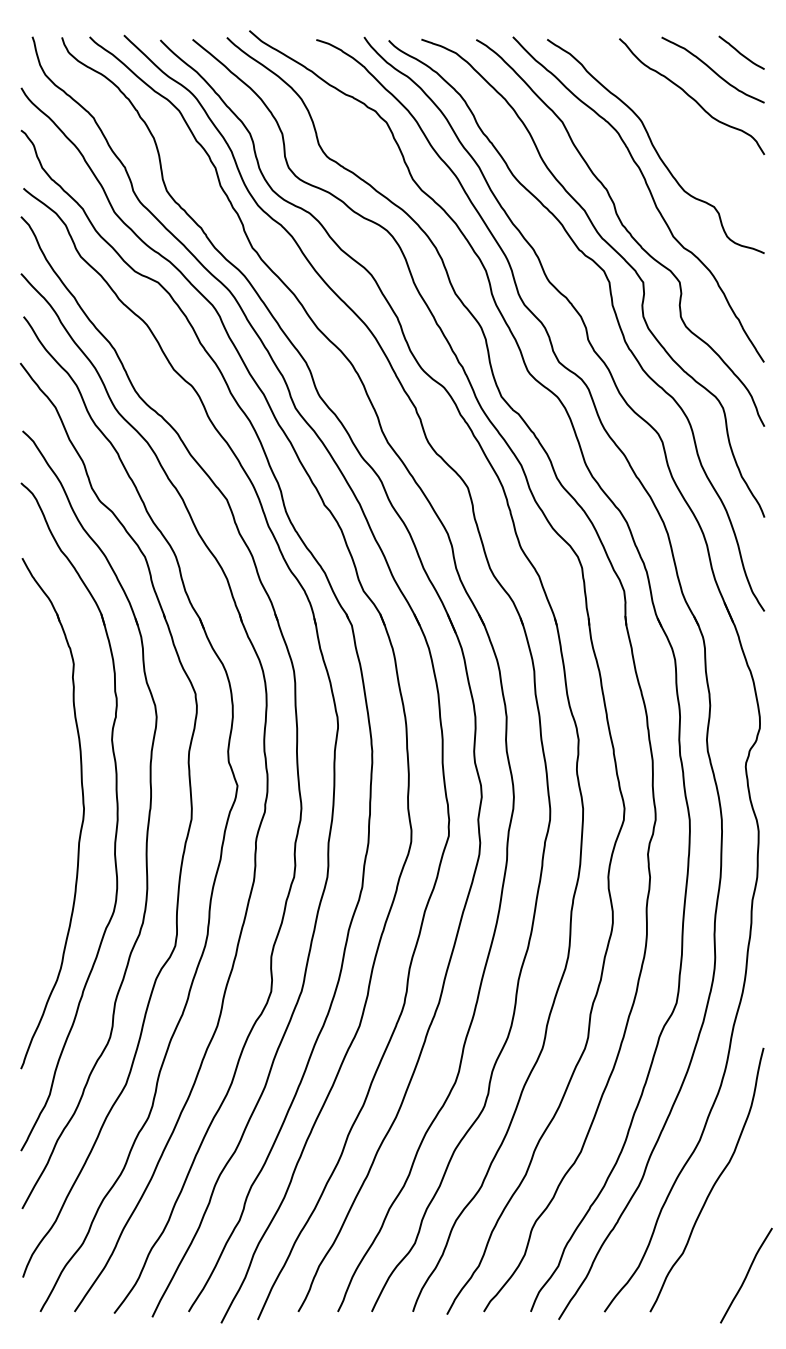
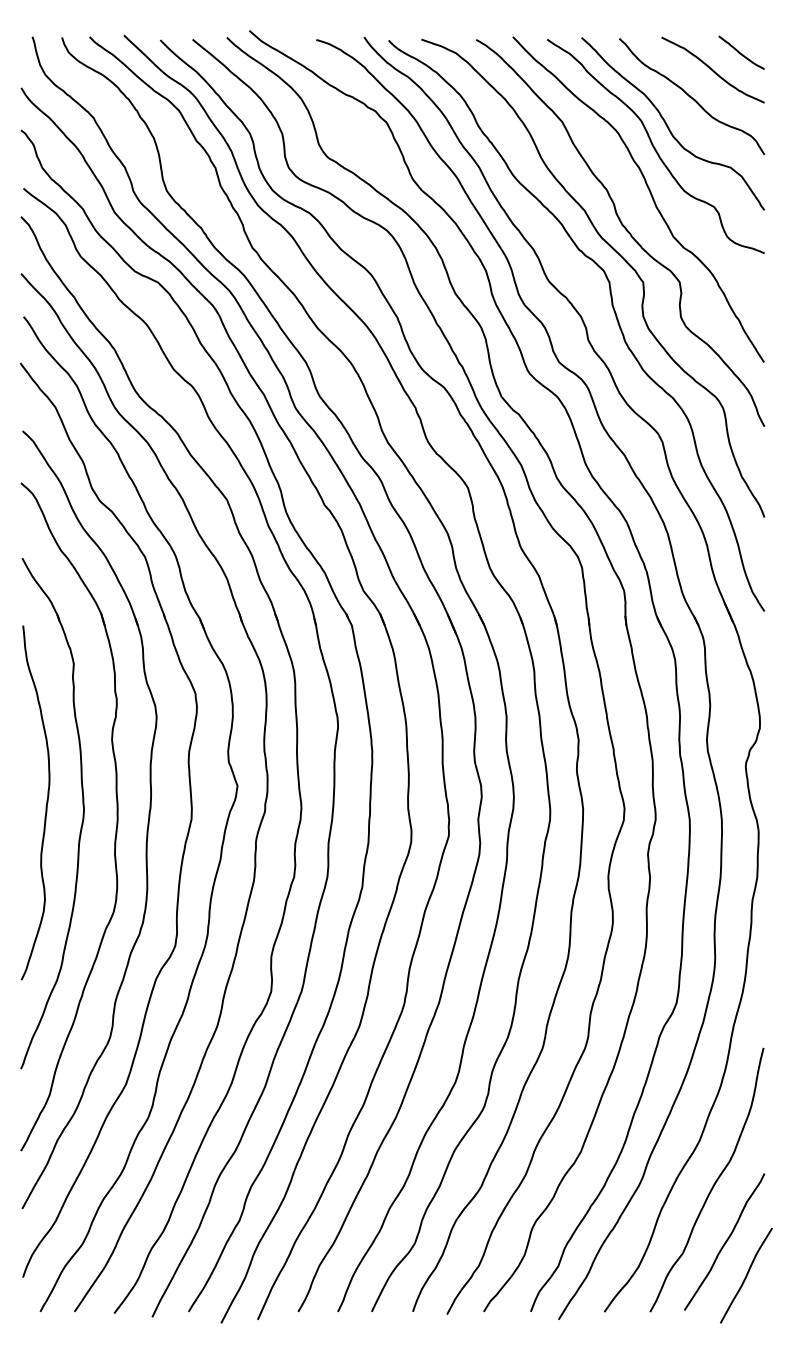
curve at (669, 127): none -> present
curve at (45, 806): none -> present
curve at (725, 1241): none -> present
